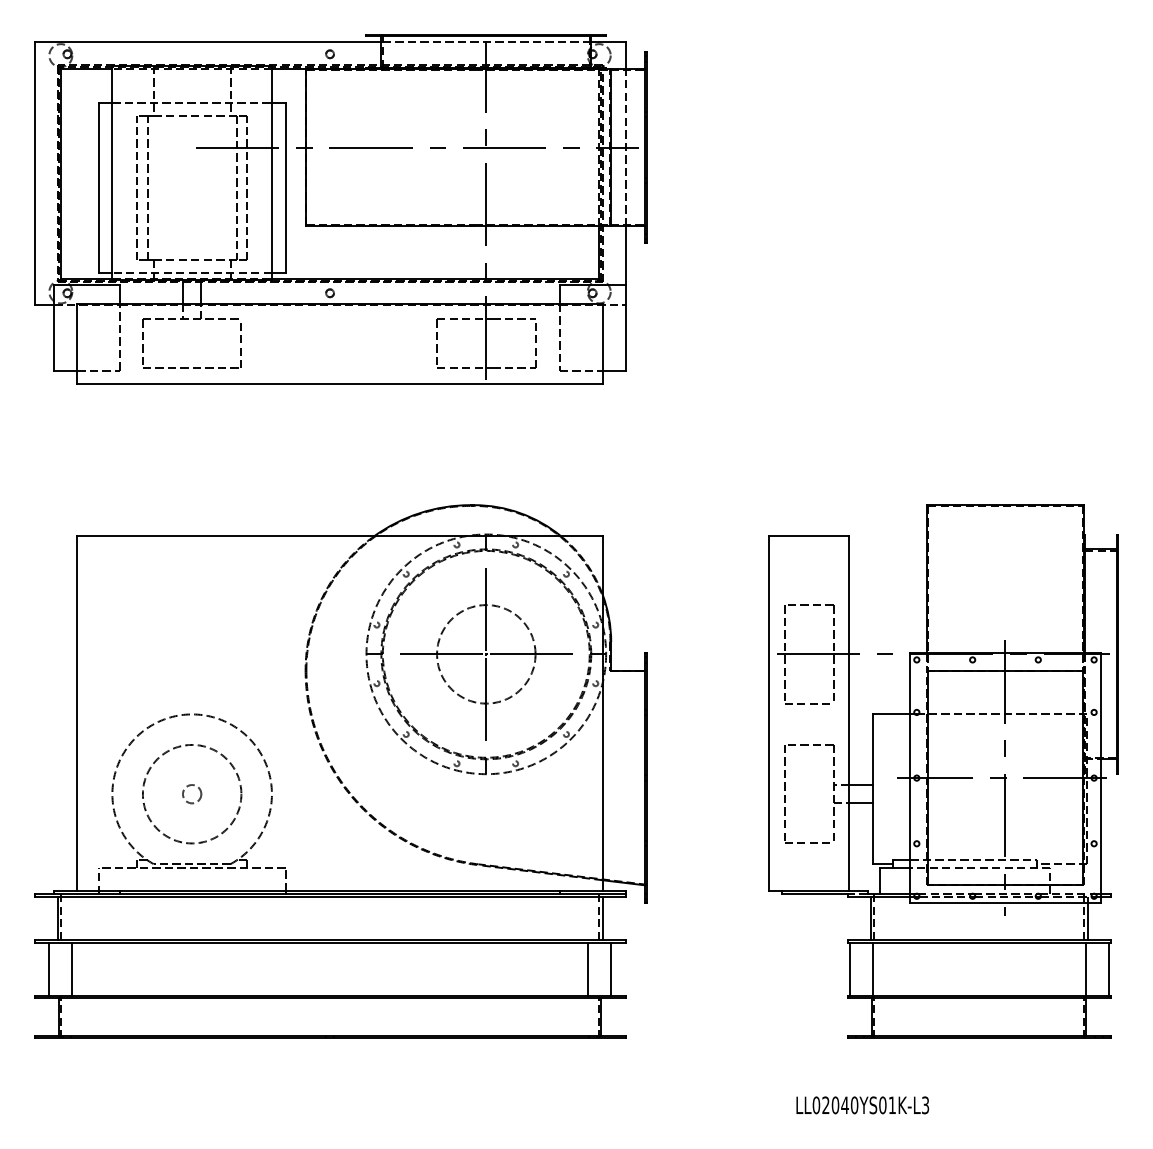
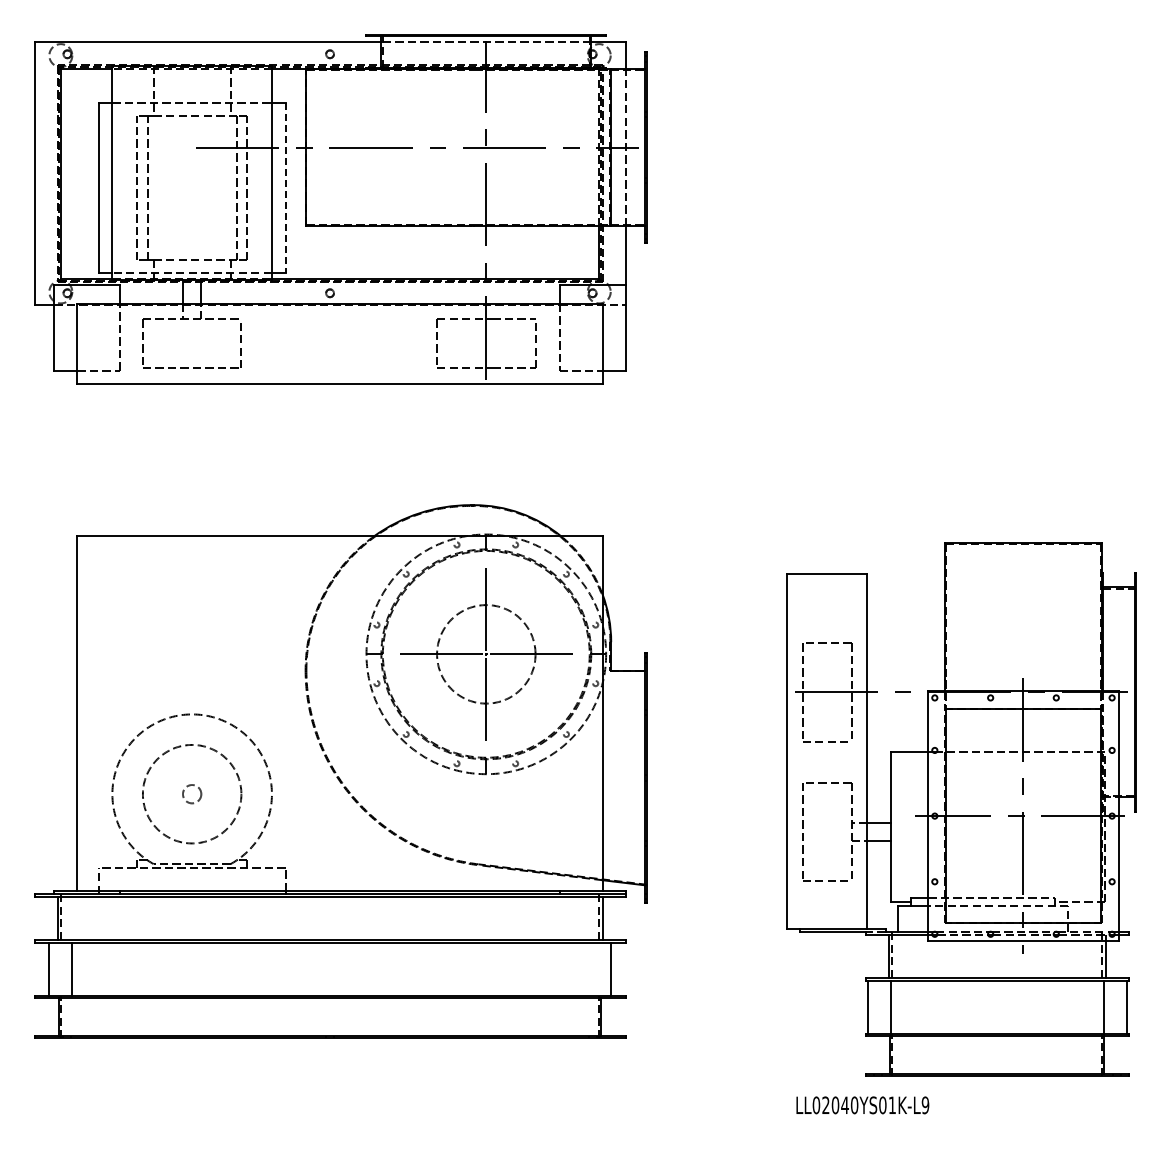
line at (285, 188): solid -> dashed
part at (943, 771) position: (943, 771) -> (961, 809)
line at (587, 969): present -> none
text at (925, 1104): LL02040YS01K-L3 -> LL02040YS01K-L9
